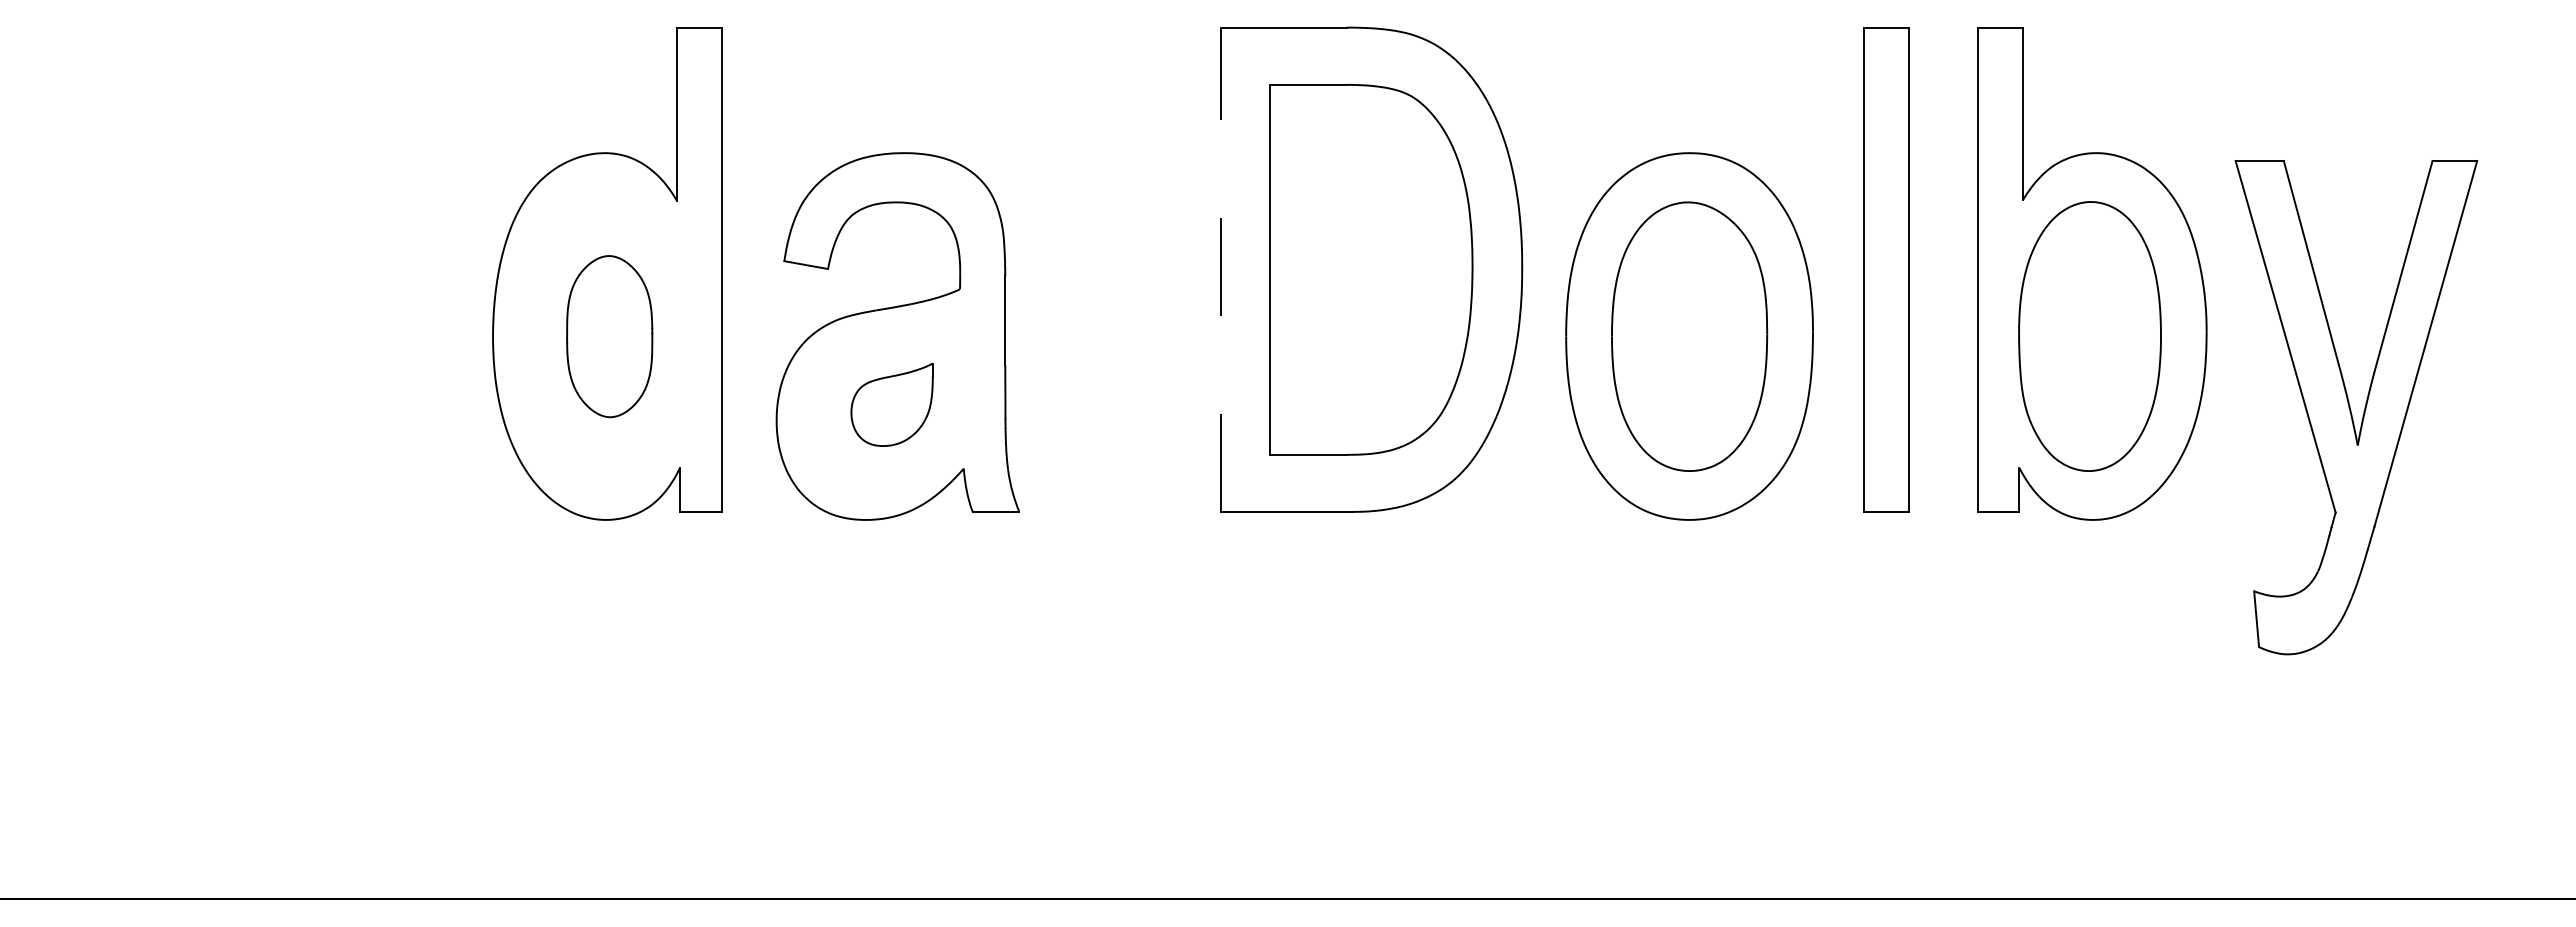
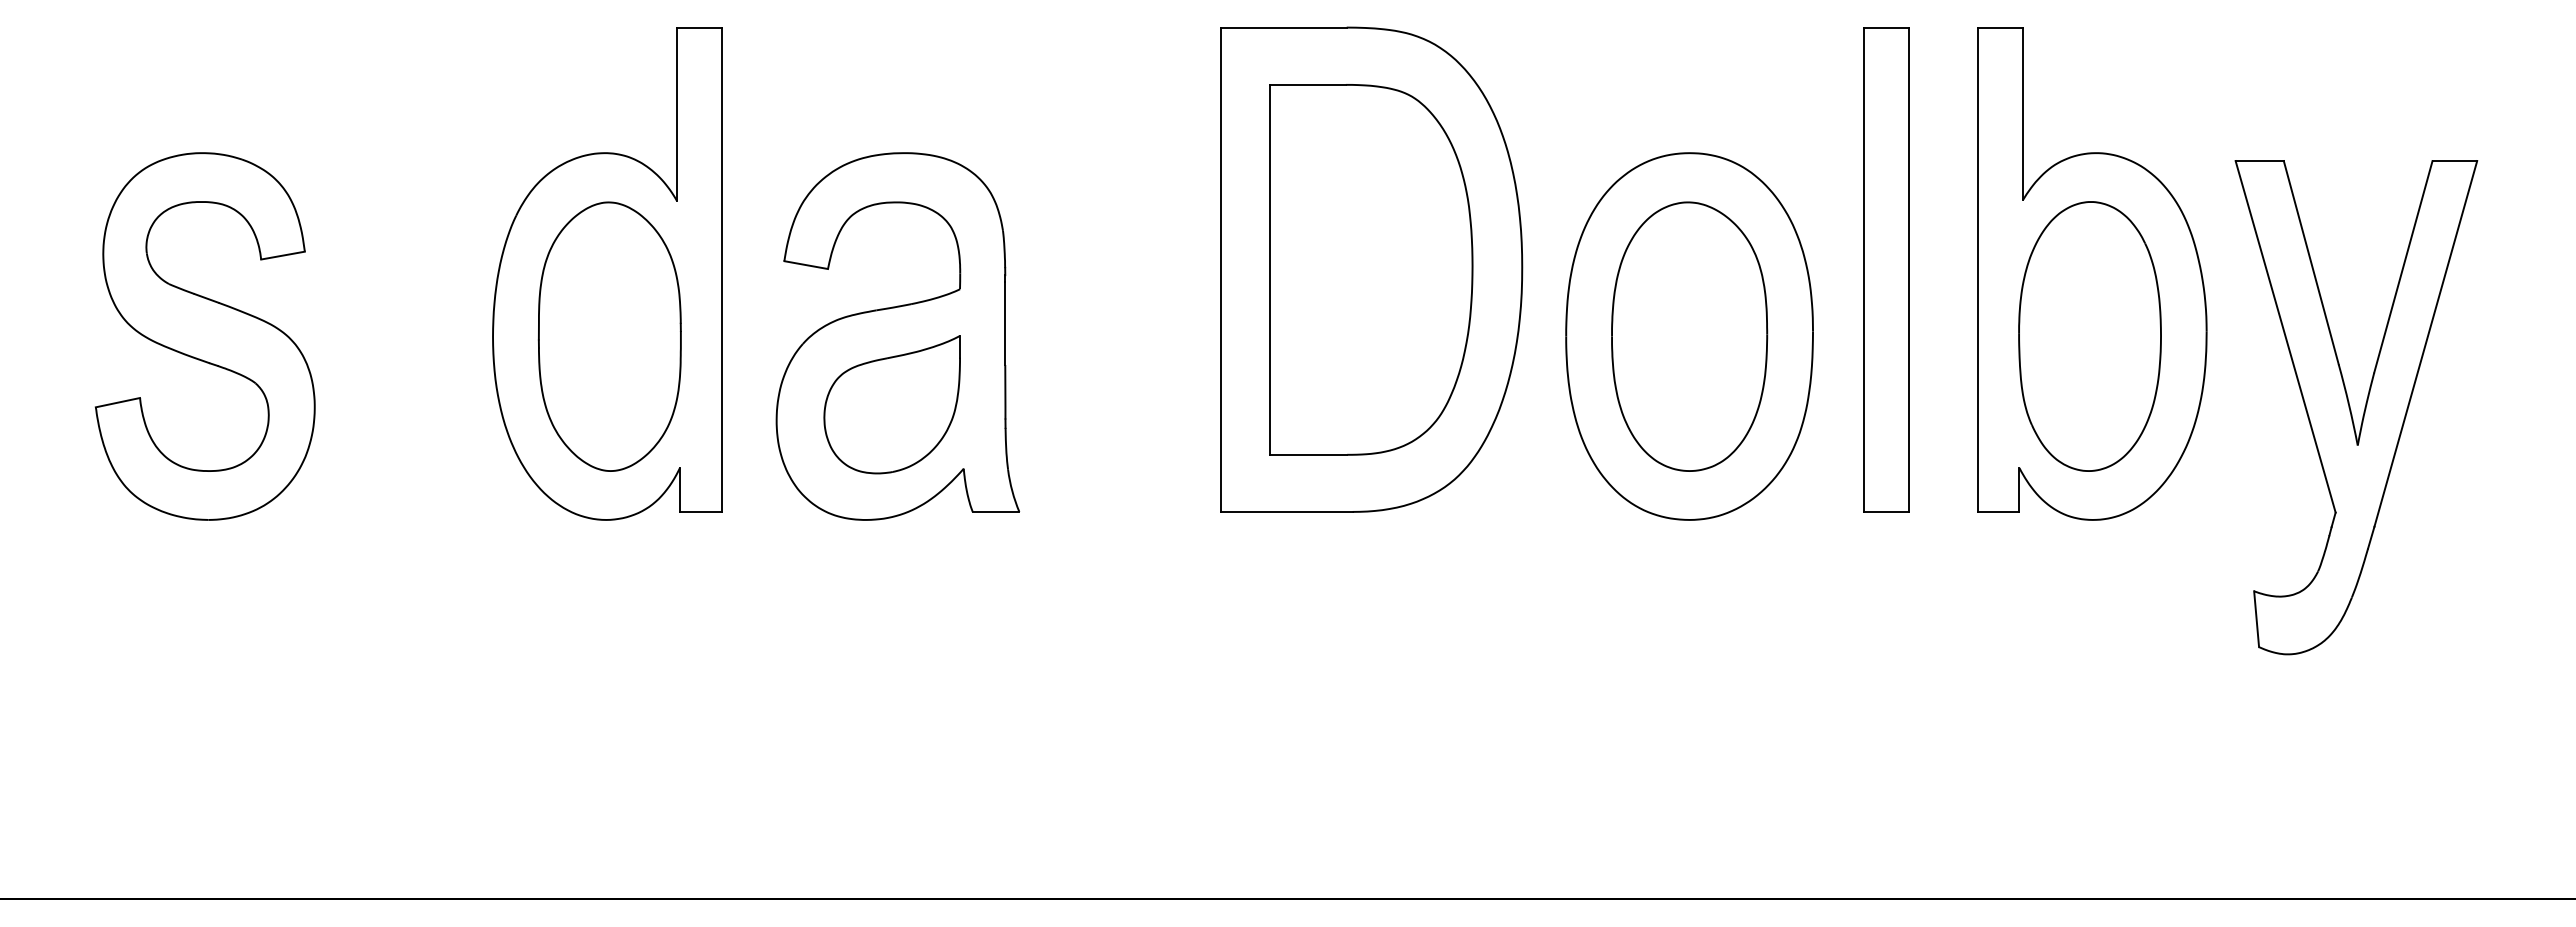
line at (1221, 269): dashed -> solid
part at (205, 336): none -> present
part at (609, 336) size: 88x164 px -> 145x271 px
part at (891, 404) size: 84x84 px -> 138x140 px
